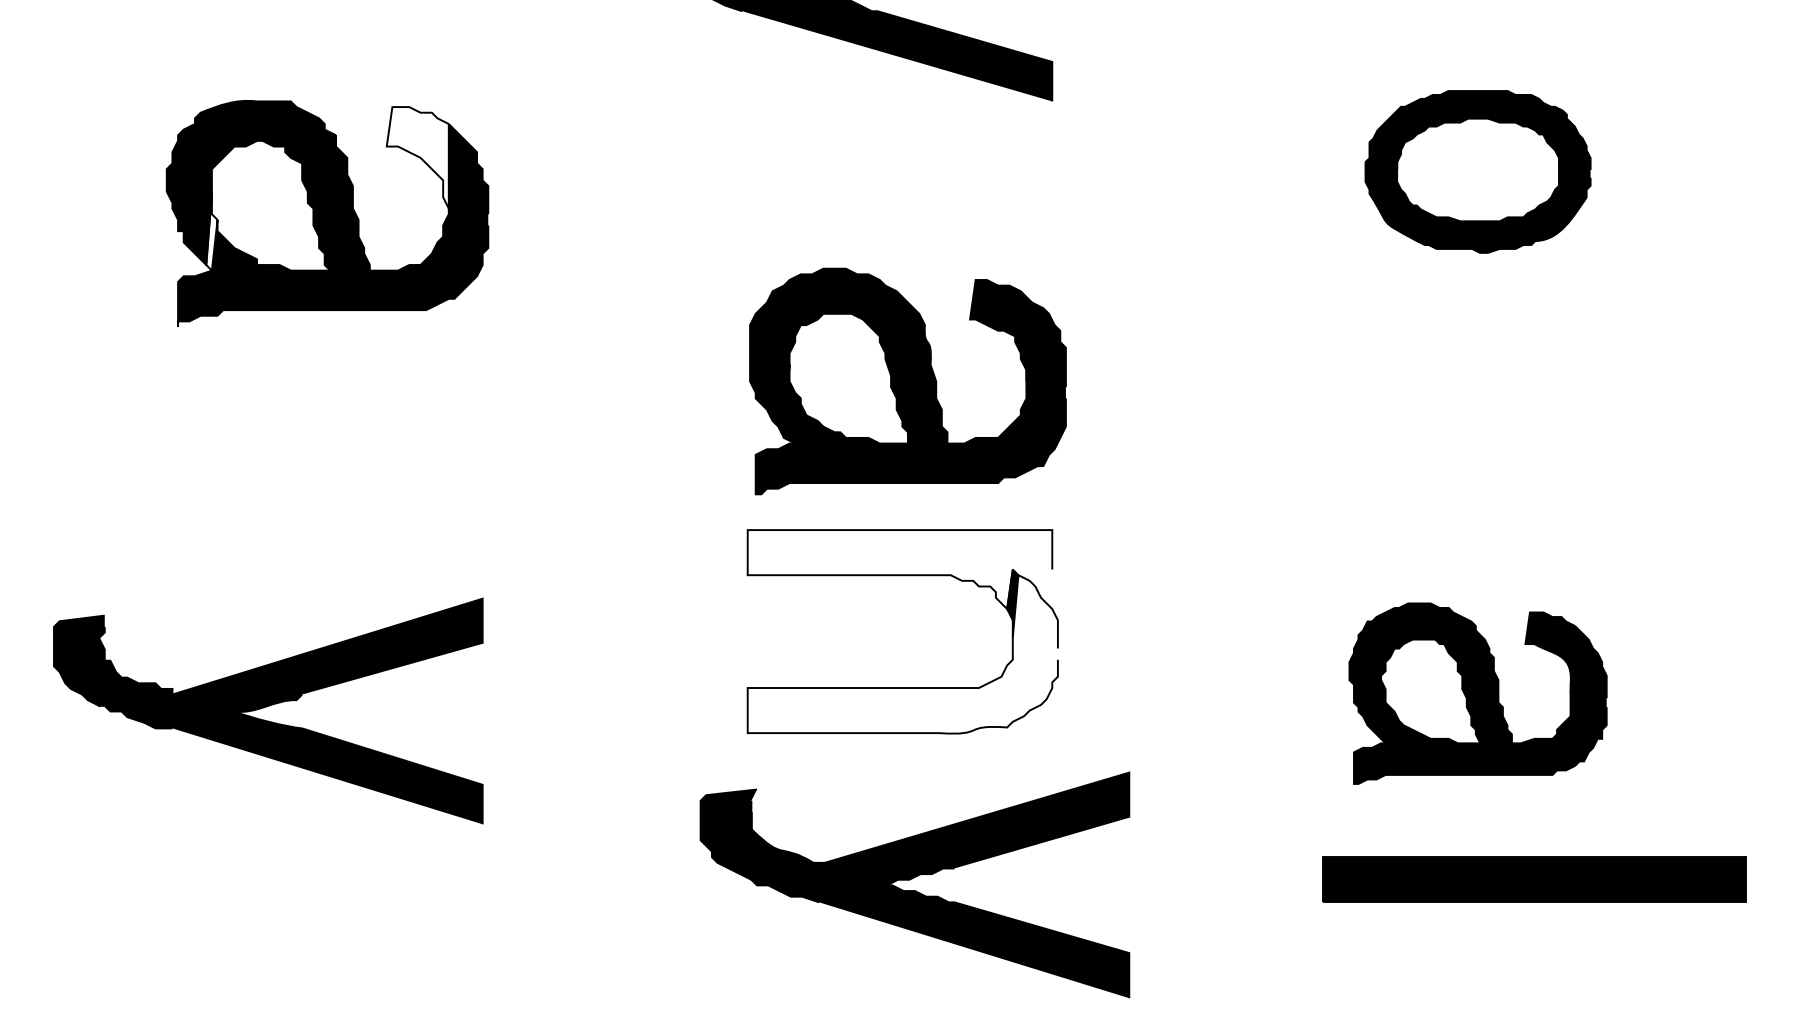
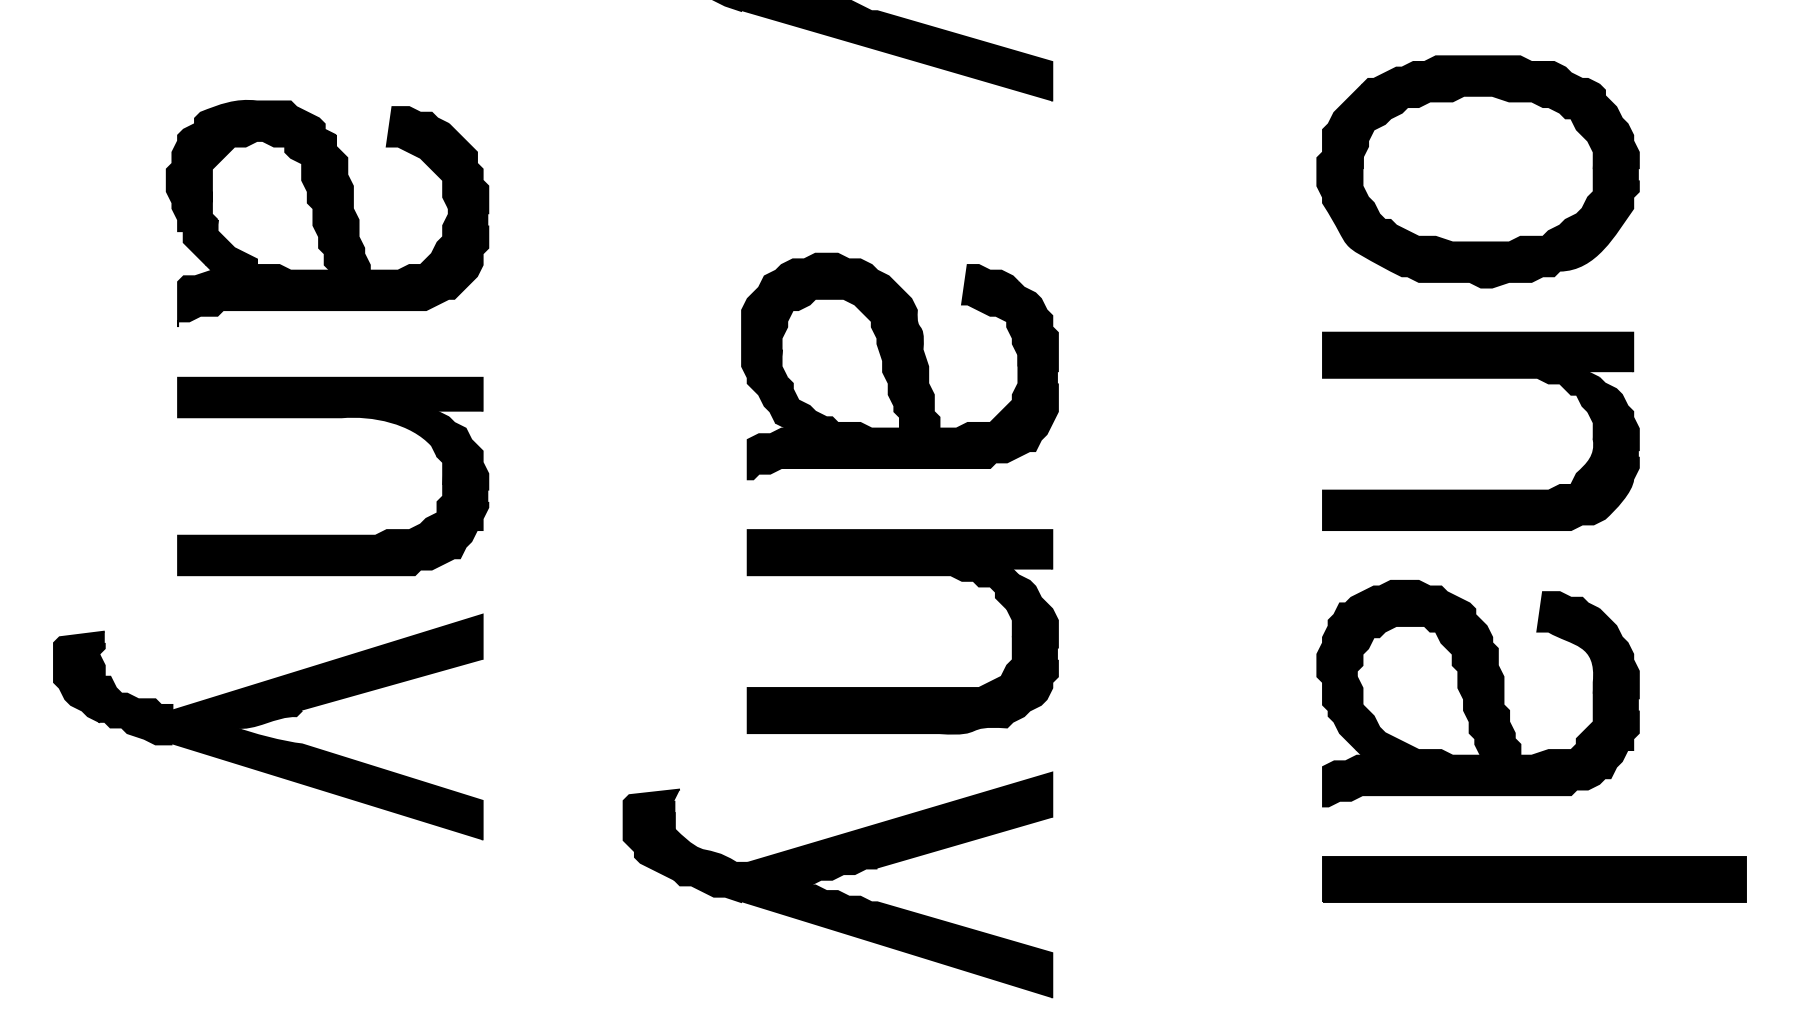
fill at (417, 157): none -> present
part at (1477, 171) size: 228x164 px -> 324x234 px
fill at (211, 230): none -> present
part at (1480, 378): none -> present
part at (907, 381) position: (907, 381) -> (899, 366)
part at (333, 418): none -> present
fill at (899, 569): none -> present
fill at (902, 654): none -> present
part at (1477, 693) size: 260x183 px -> 324x228 px
part at (268, 710) position: (268, 710) -> (268, 726)
part at (914, 884) position: (914, 884) -> (837, 884)
